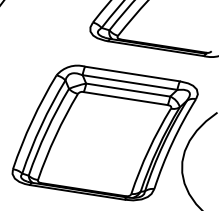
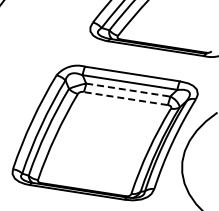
line at (128, 90): solid -> dashed
line at (125, 98): solid -> dashed
